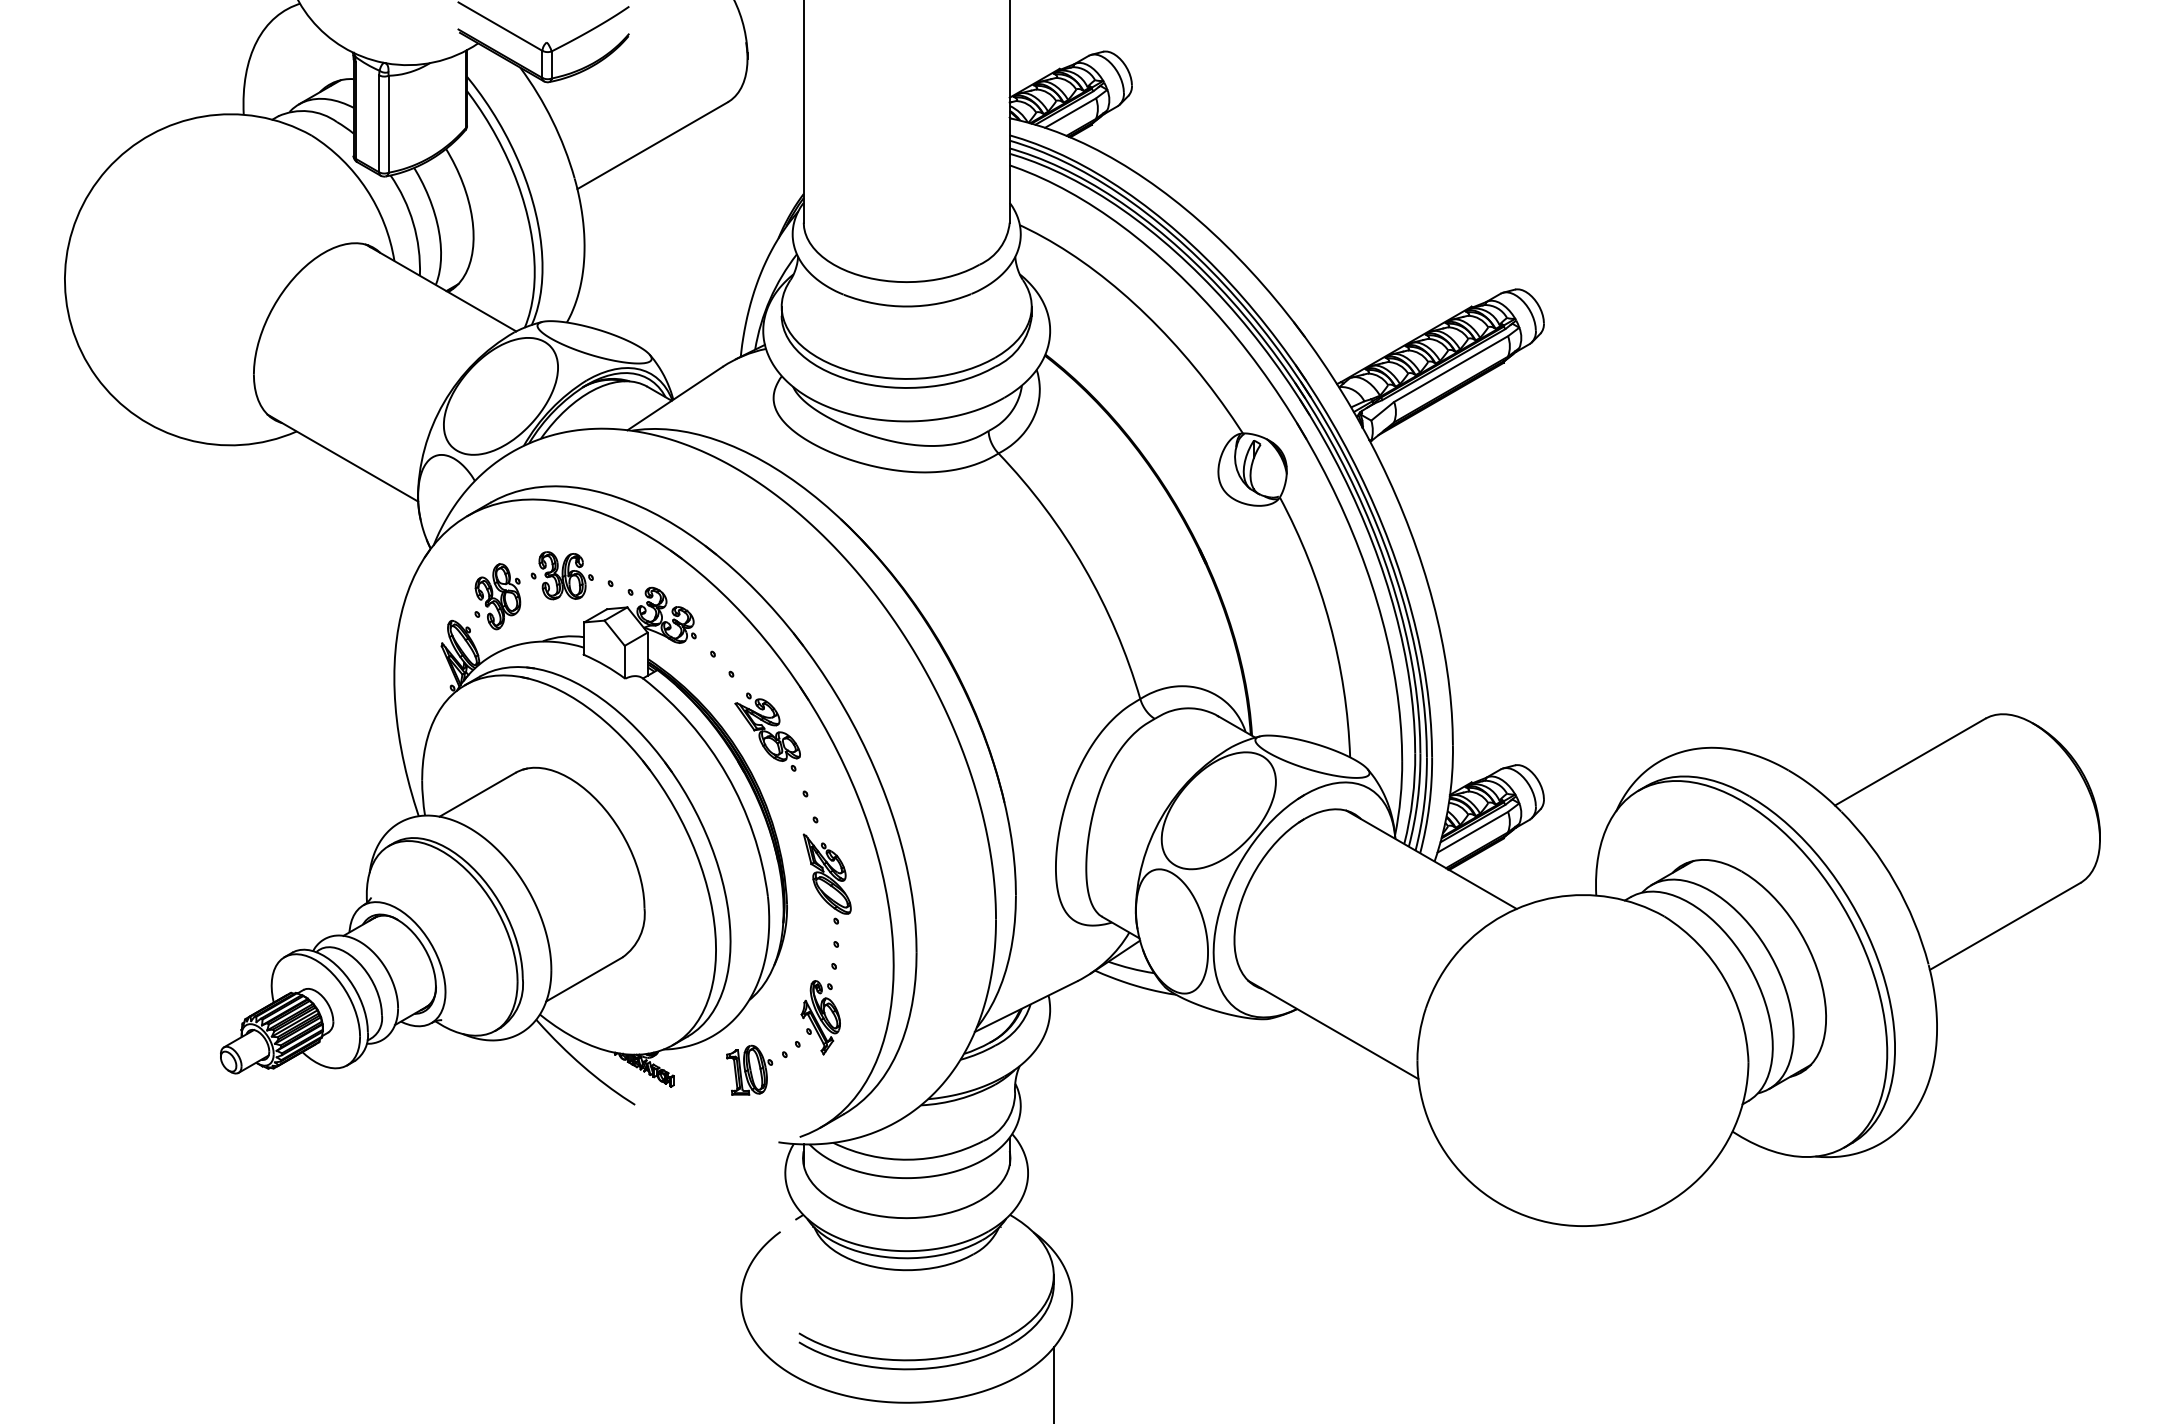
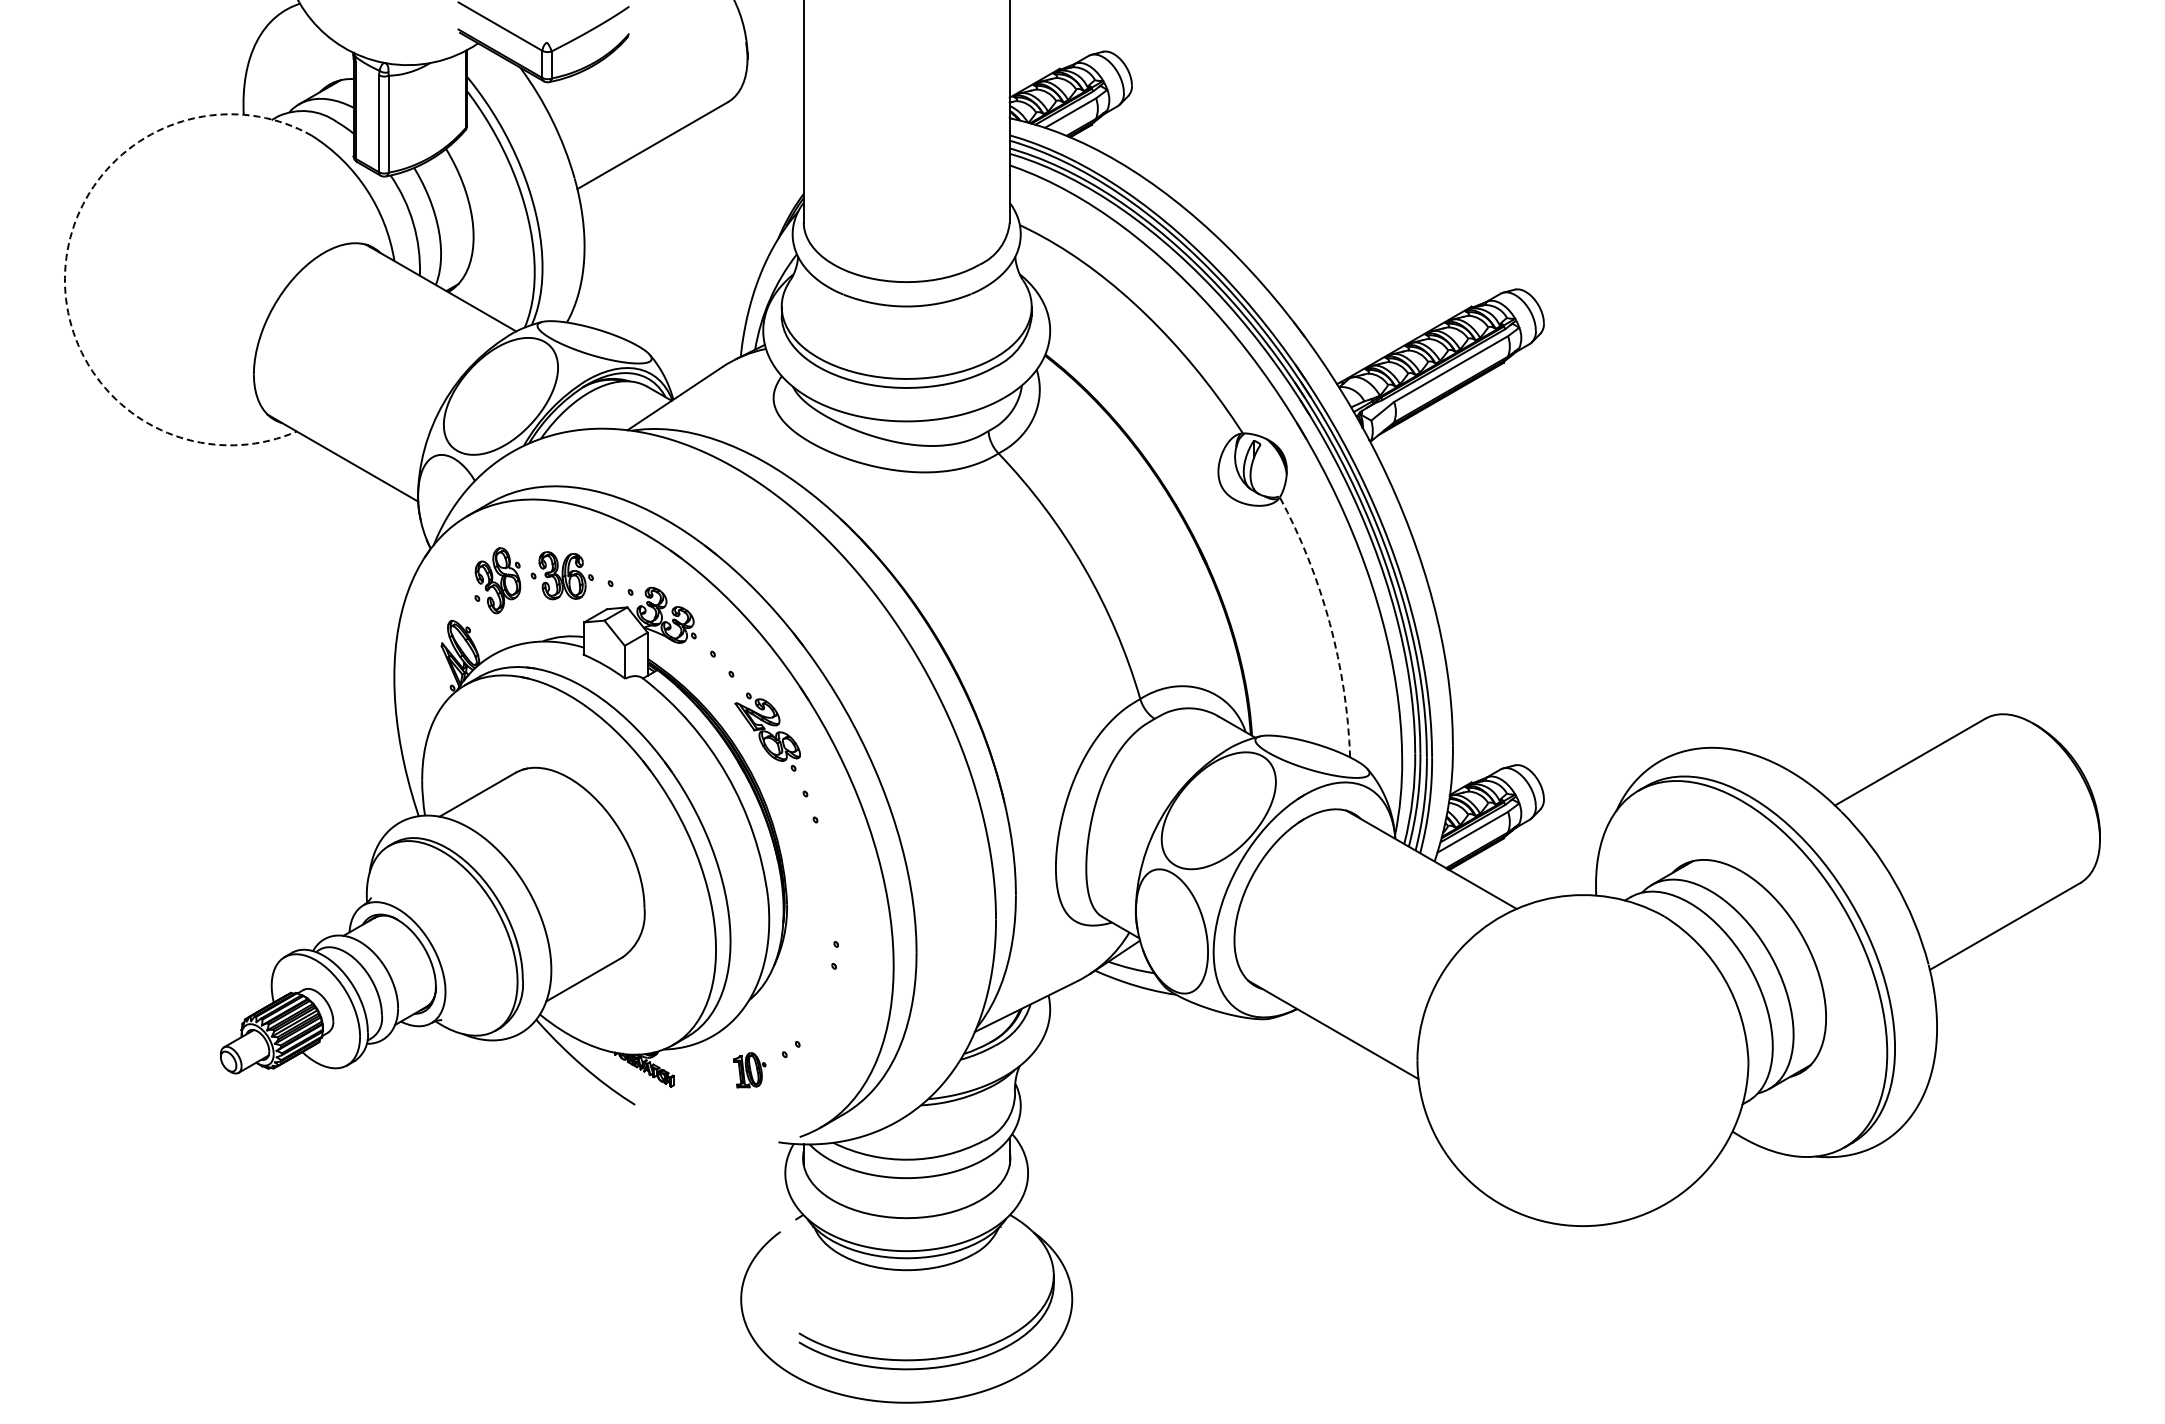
arc at (65, 271): solid -> dashed
part at (497, 596) position: (497, 596) -> (497, 580)
arc at (1329, 623): solid -> dashed
part at (826, 878): present -> none
part at (820, 1017): present -> none
part at (749, 1069) size: 48x52 px -> 34x37 px
line at (1053, 1383): present -> none
